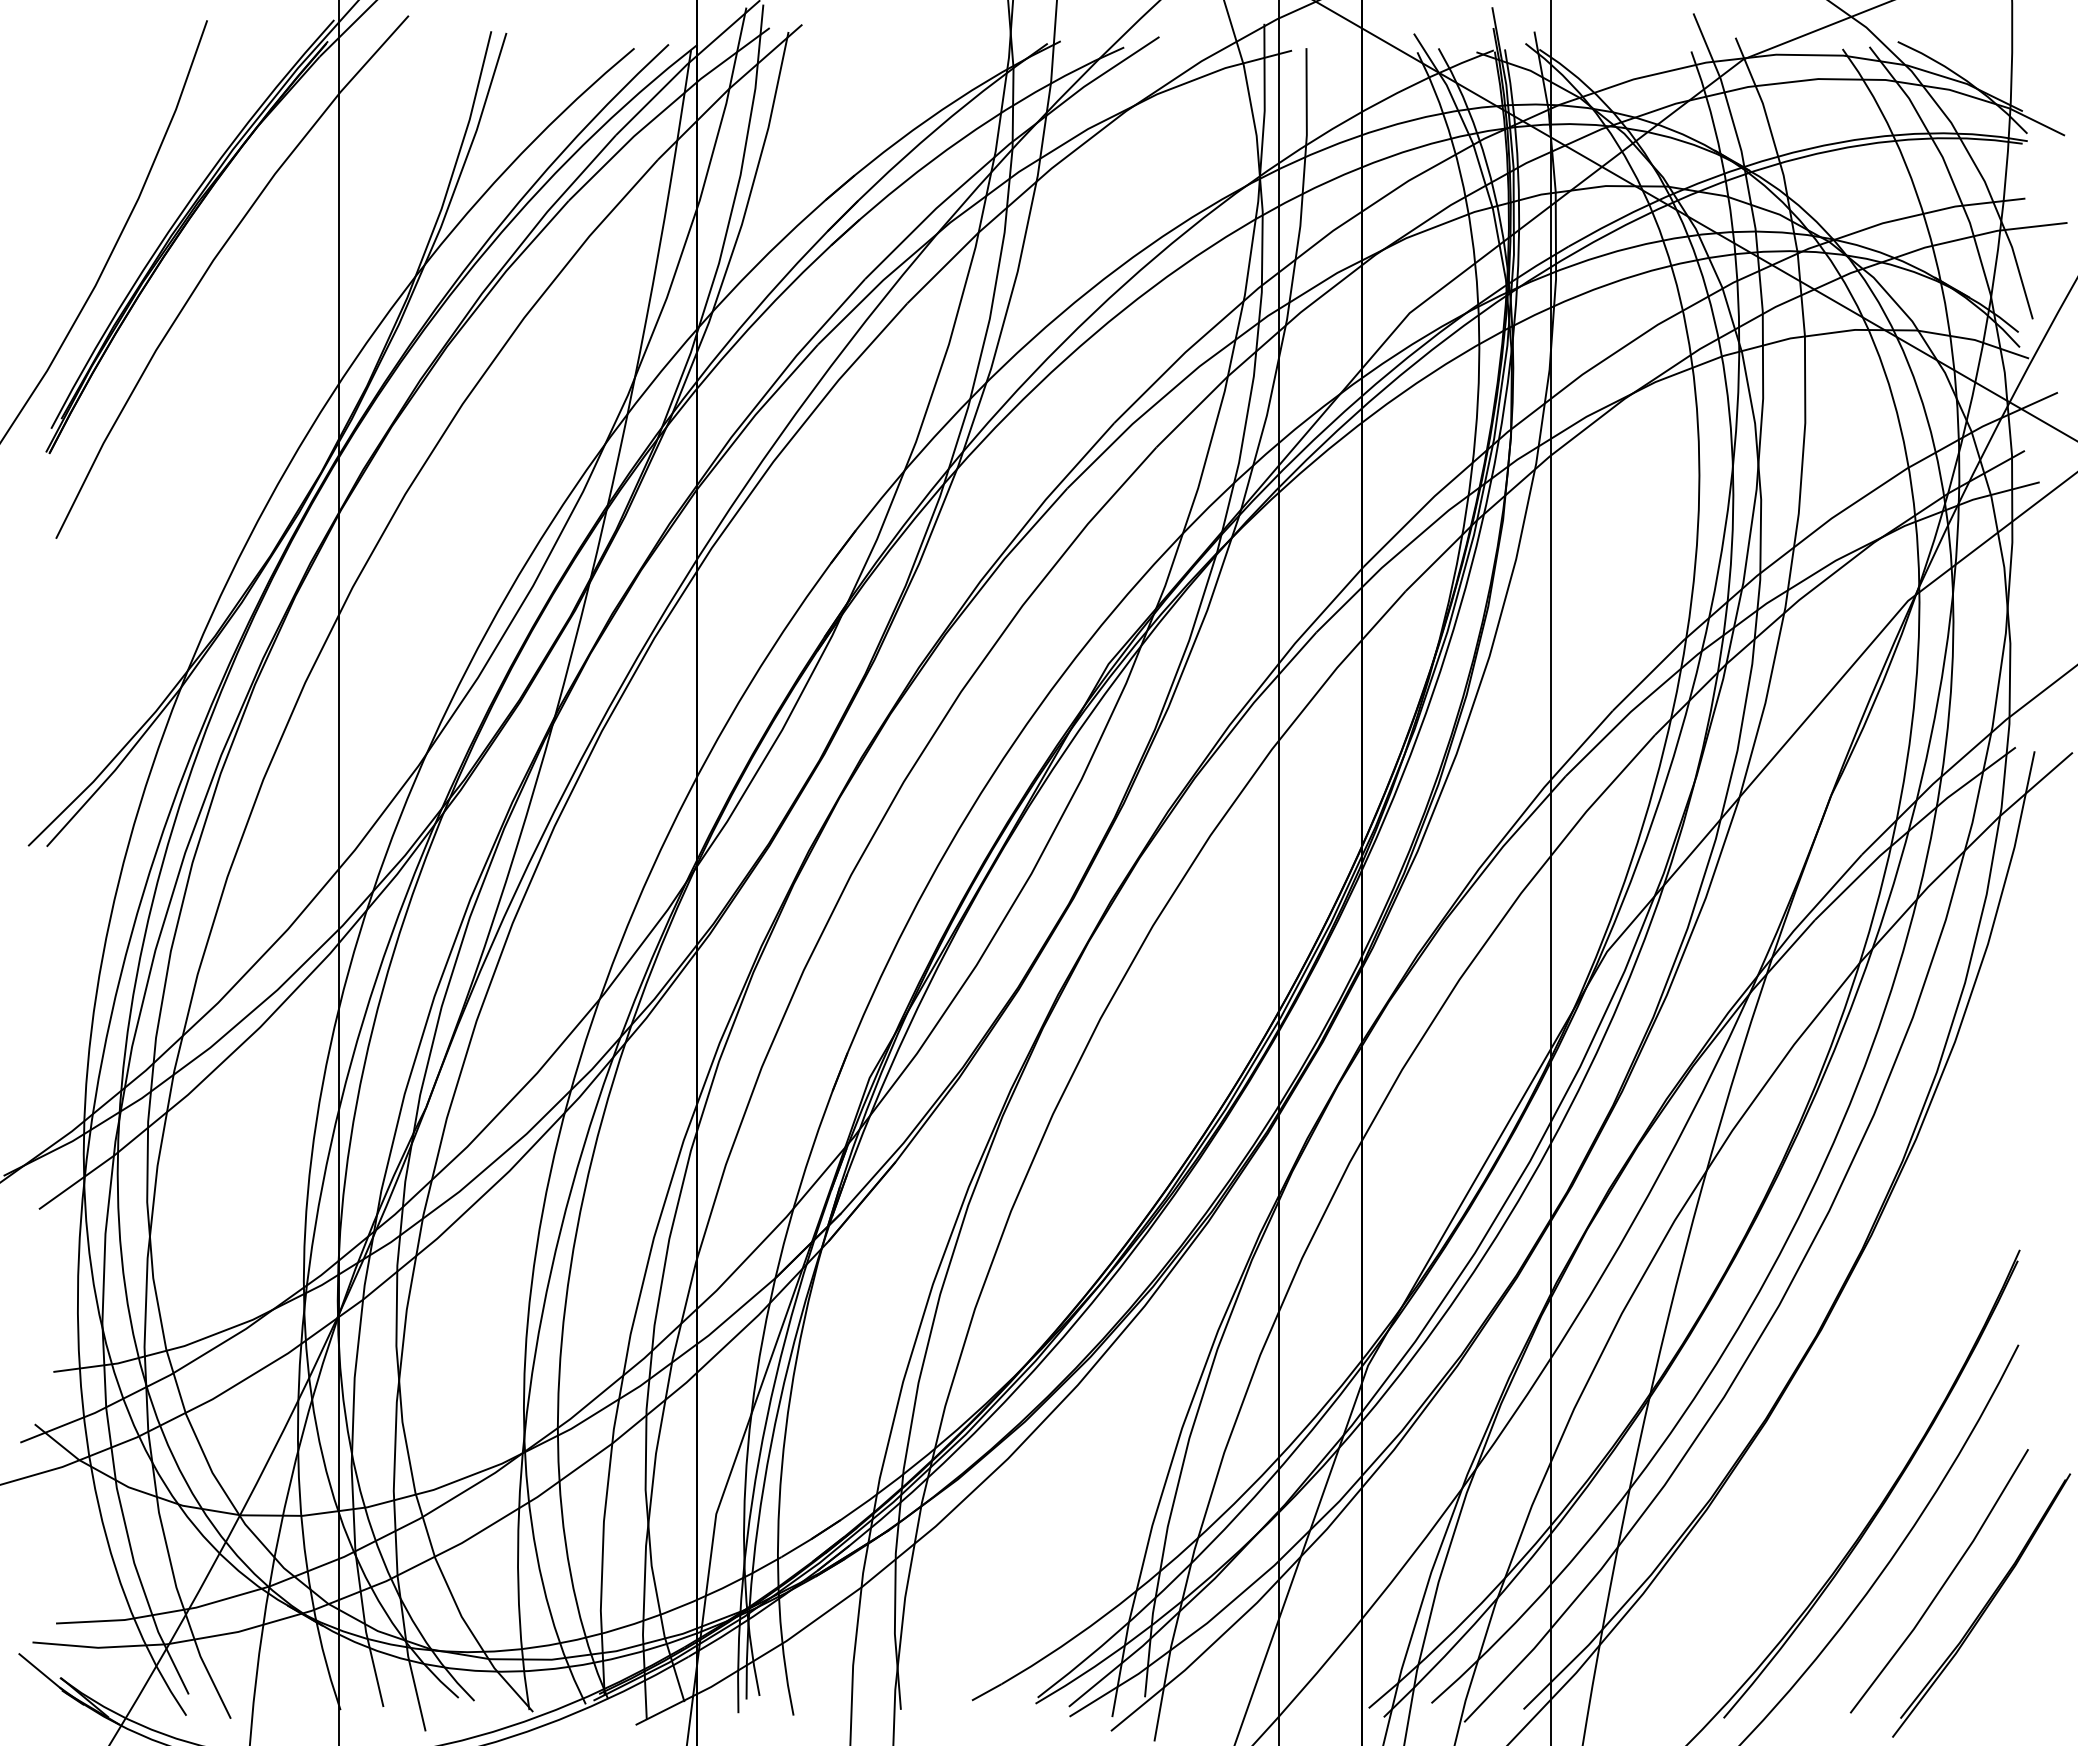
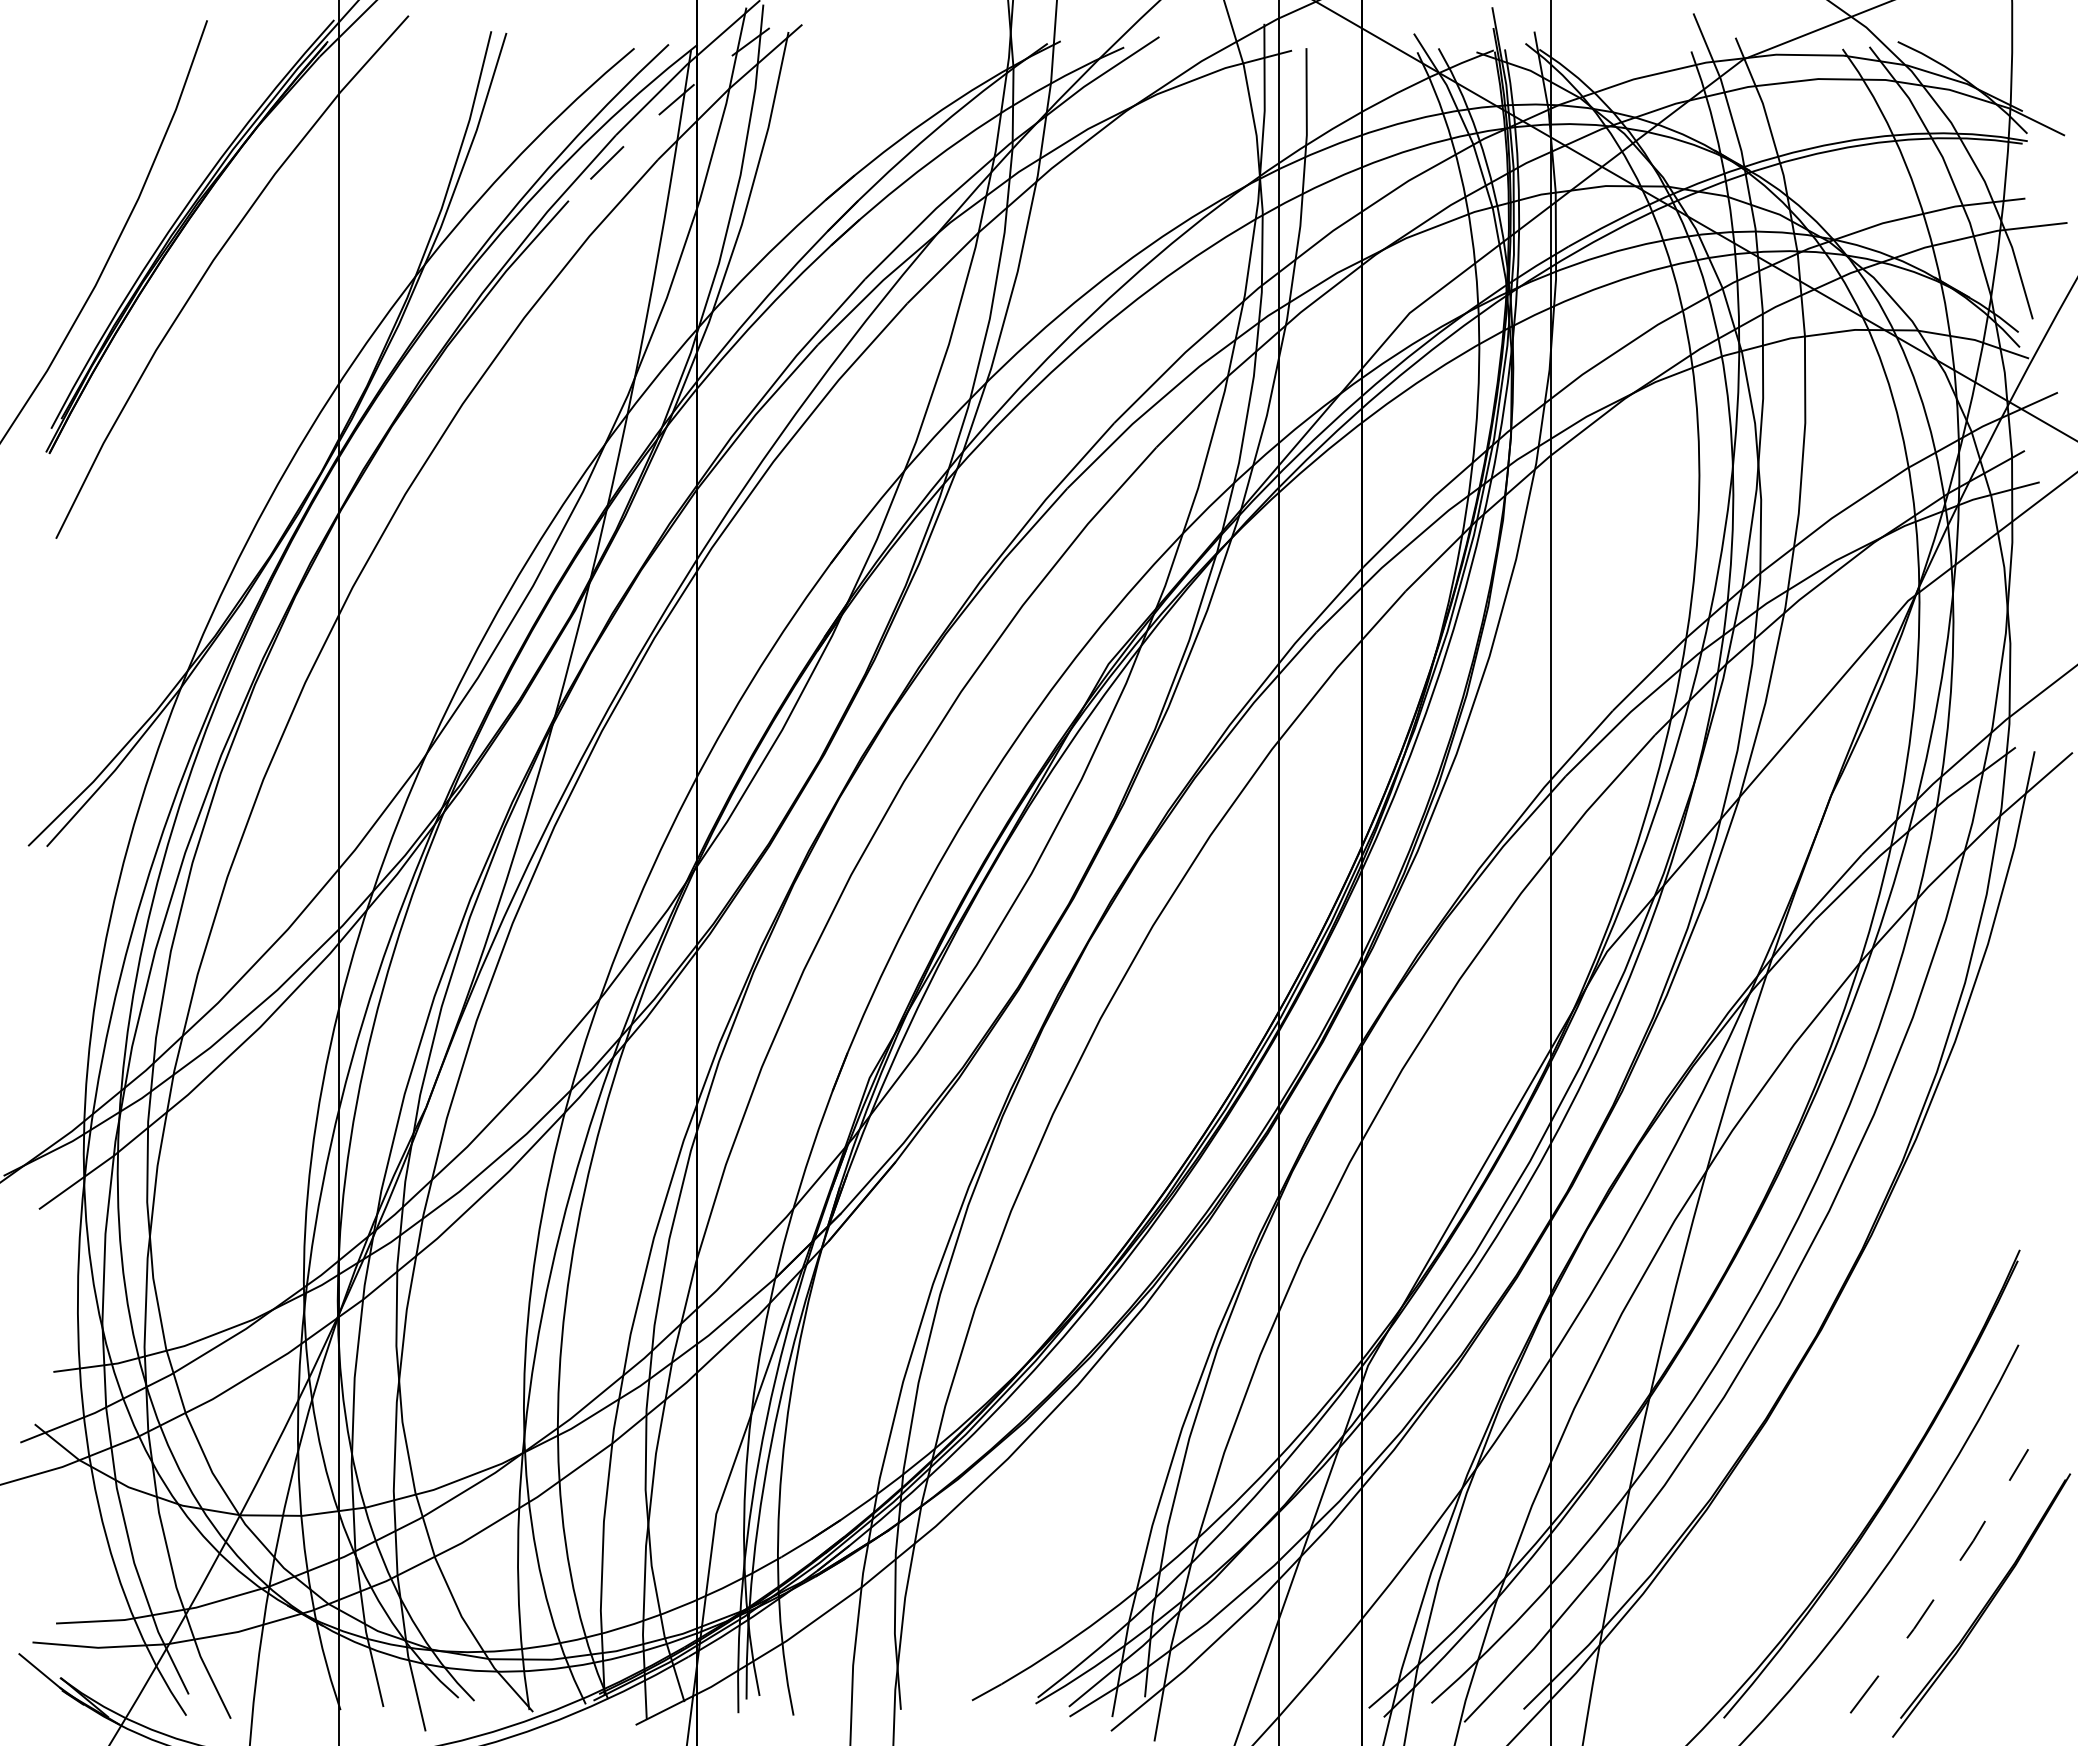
line at (664, 109): solid -> dashed
line at (1943, 1584): solid -> dashed
